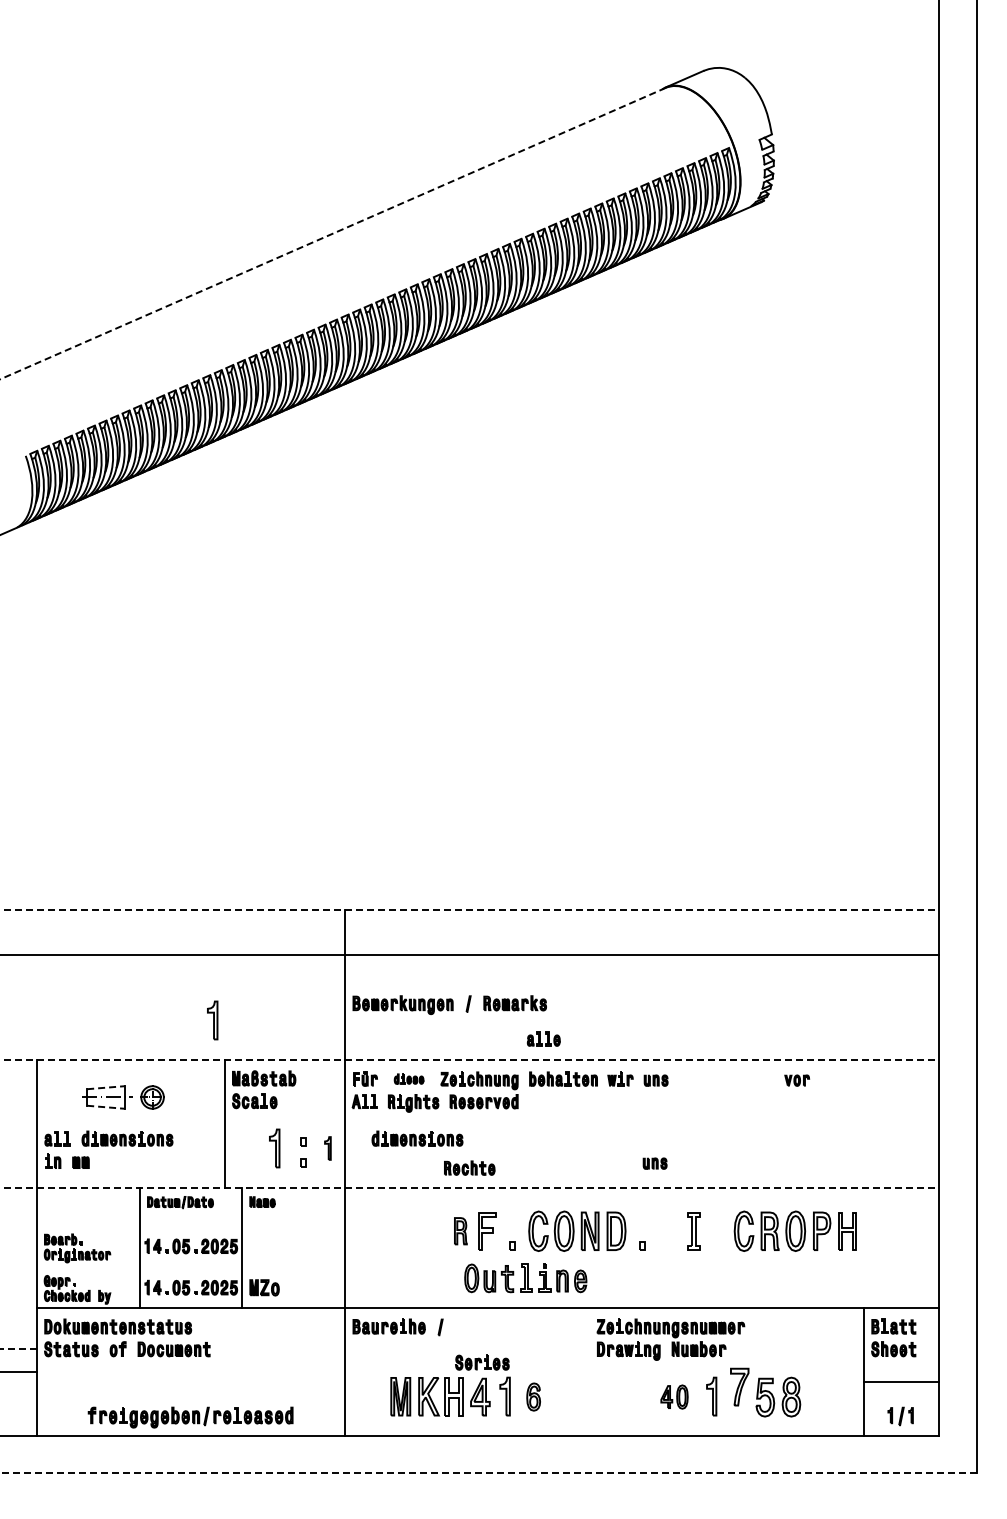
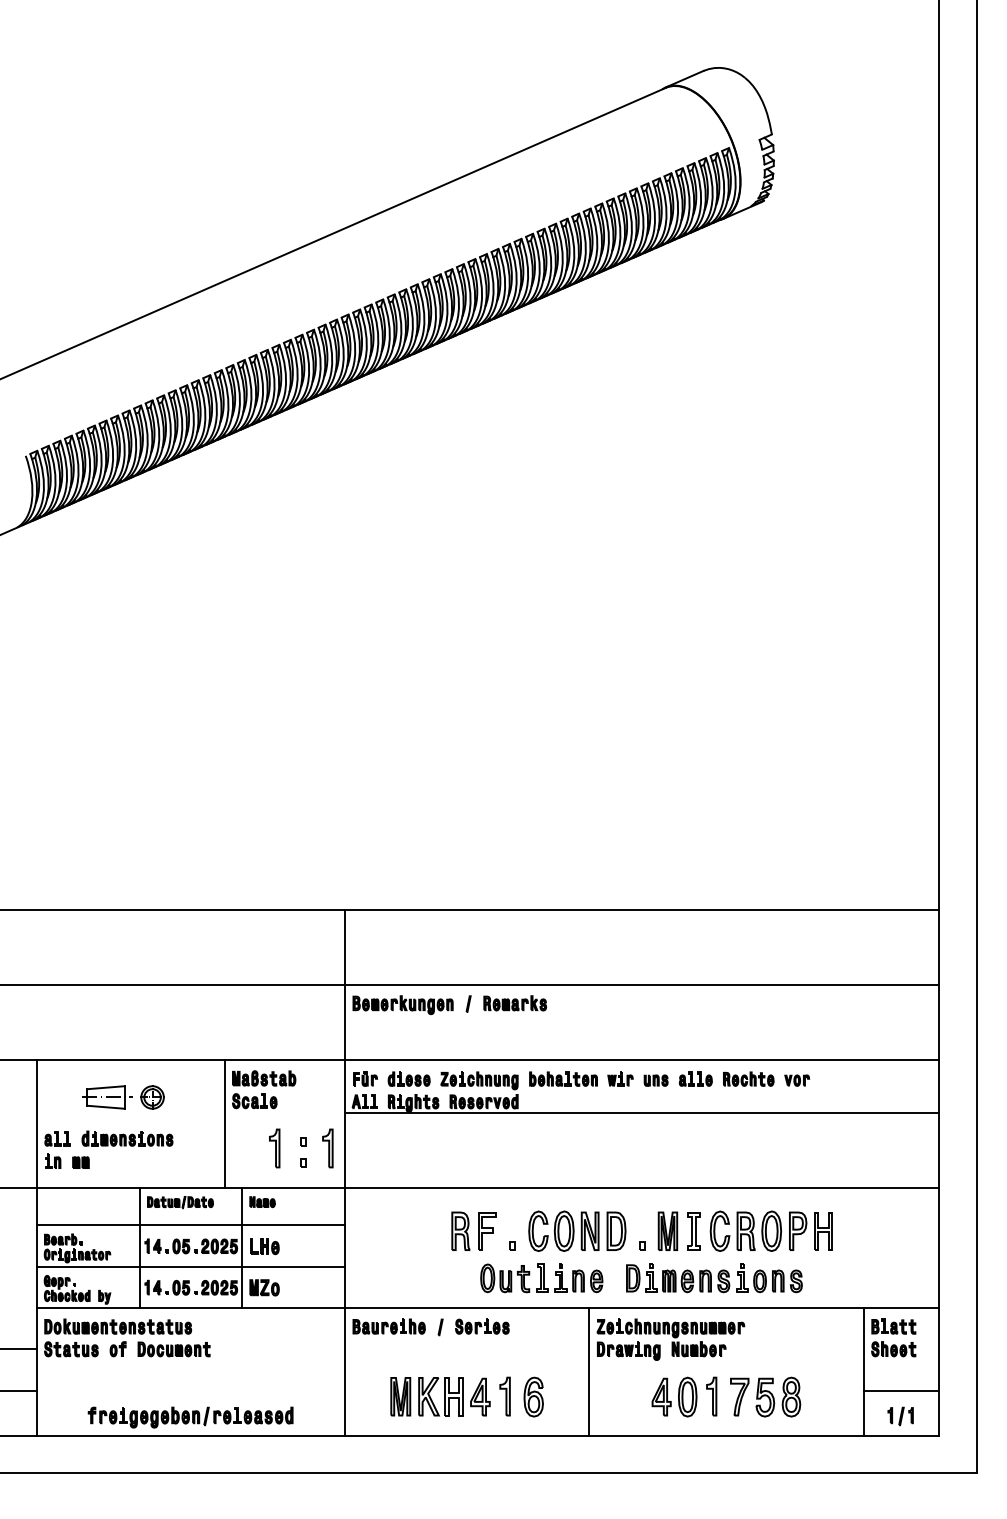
line at (333, 233): dashed -> solid
line at (470, 909): dashed -> solid
line at (470, 954) position: (470, 954) -> (470, 984)
part at (212, 1020): present -> none
part at (543, 1038) position: (543, 1038) -> (695, 1078)
line at (470, 1059): dashed -> solid
part at (408, 1078) size: 32x12 px -> 44x16 px
line at (105, 1087): dashed -> solid
line at (105, 1107): dashed -> solid
line at (642, 1112): none -> present
part at (417, 1138): present -> none
part at (327, 1148) size: 8x25 px -> 12x41 px
part at (654, 1163): present -> none
part at (469, 1167) position: (469, 1167) -> (748, 1078)
line at (470, 1187): dashed -> solid
line at (190, 1225): none -> present
part at (667, 1230): none -> present
part at (794, 1230) position: (794, 1230) -> (770, 1230)
part at (460, 1231) size: 14x29 px -> 20x40 px
part at (264, 1246): none -> present
line at (190, 1266): none -> present
part at (525, 1278) position: (525, 1278) -> (541, 1278)
part at (714, 1278): none -> present
line at (18, 1349): dashed -> solid
part at (482, 1362) position: (482, 1362) -> (482, 1326)
line at (19, 1371) position: (19, 1371) -> (19, 1390)
line at (589, 1371): none -> present
line at (901, 1381) position: (901, 1381) -> (901, 1390)
part at (739, 1386) position: (739, 1386) -> (739, 1396)
part at (533, 1396) size: 15x30 px -> 21x42 px
part at (674, 1396) size: 29x26 px -> 47x42 px
line at (488, 1473): dashed -> solid
